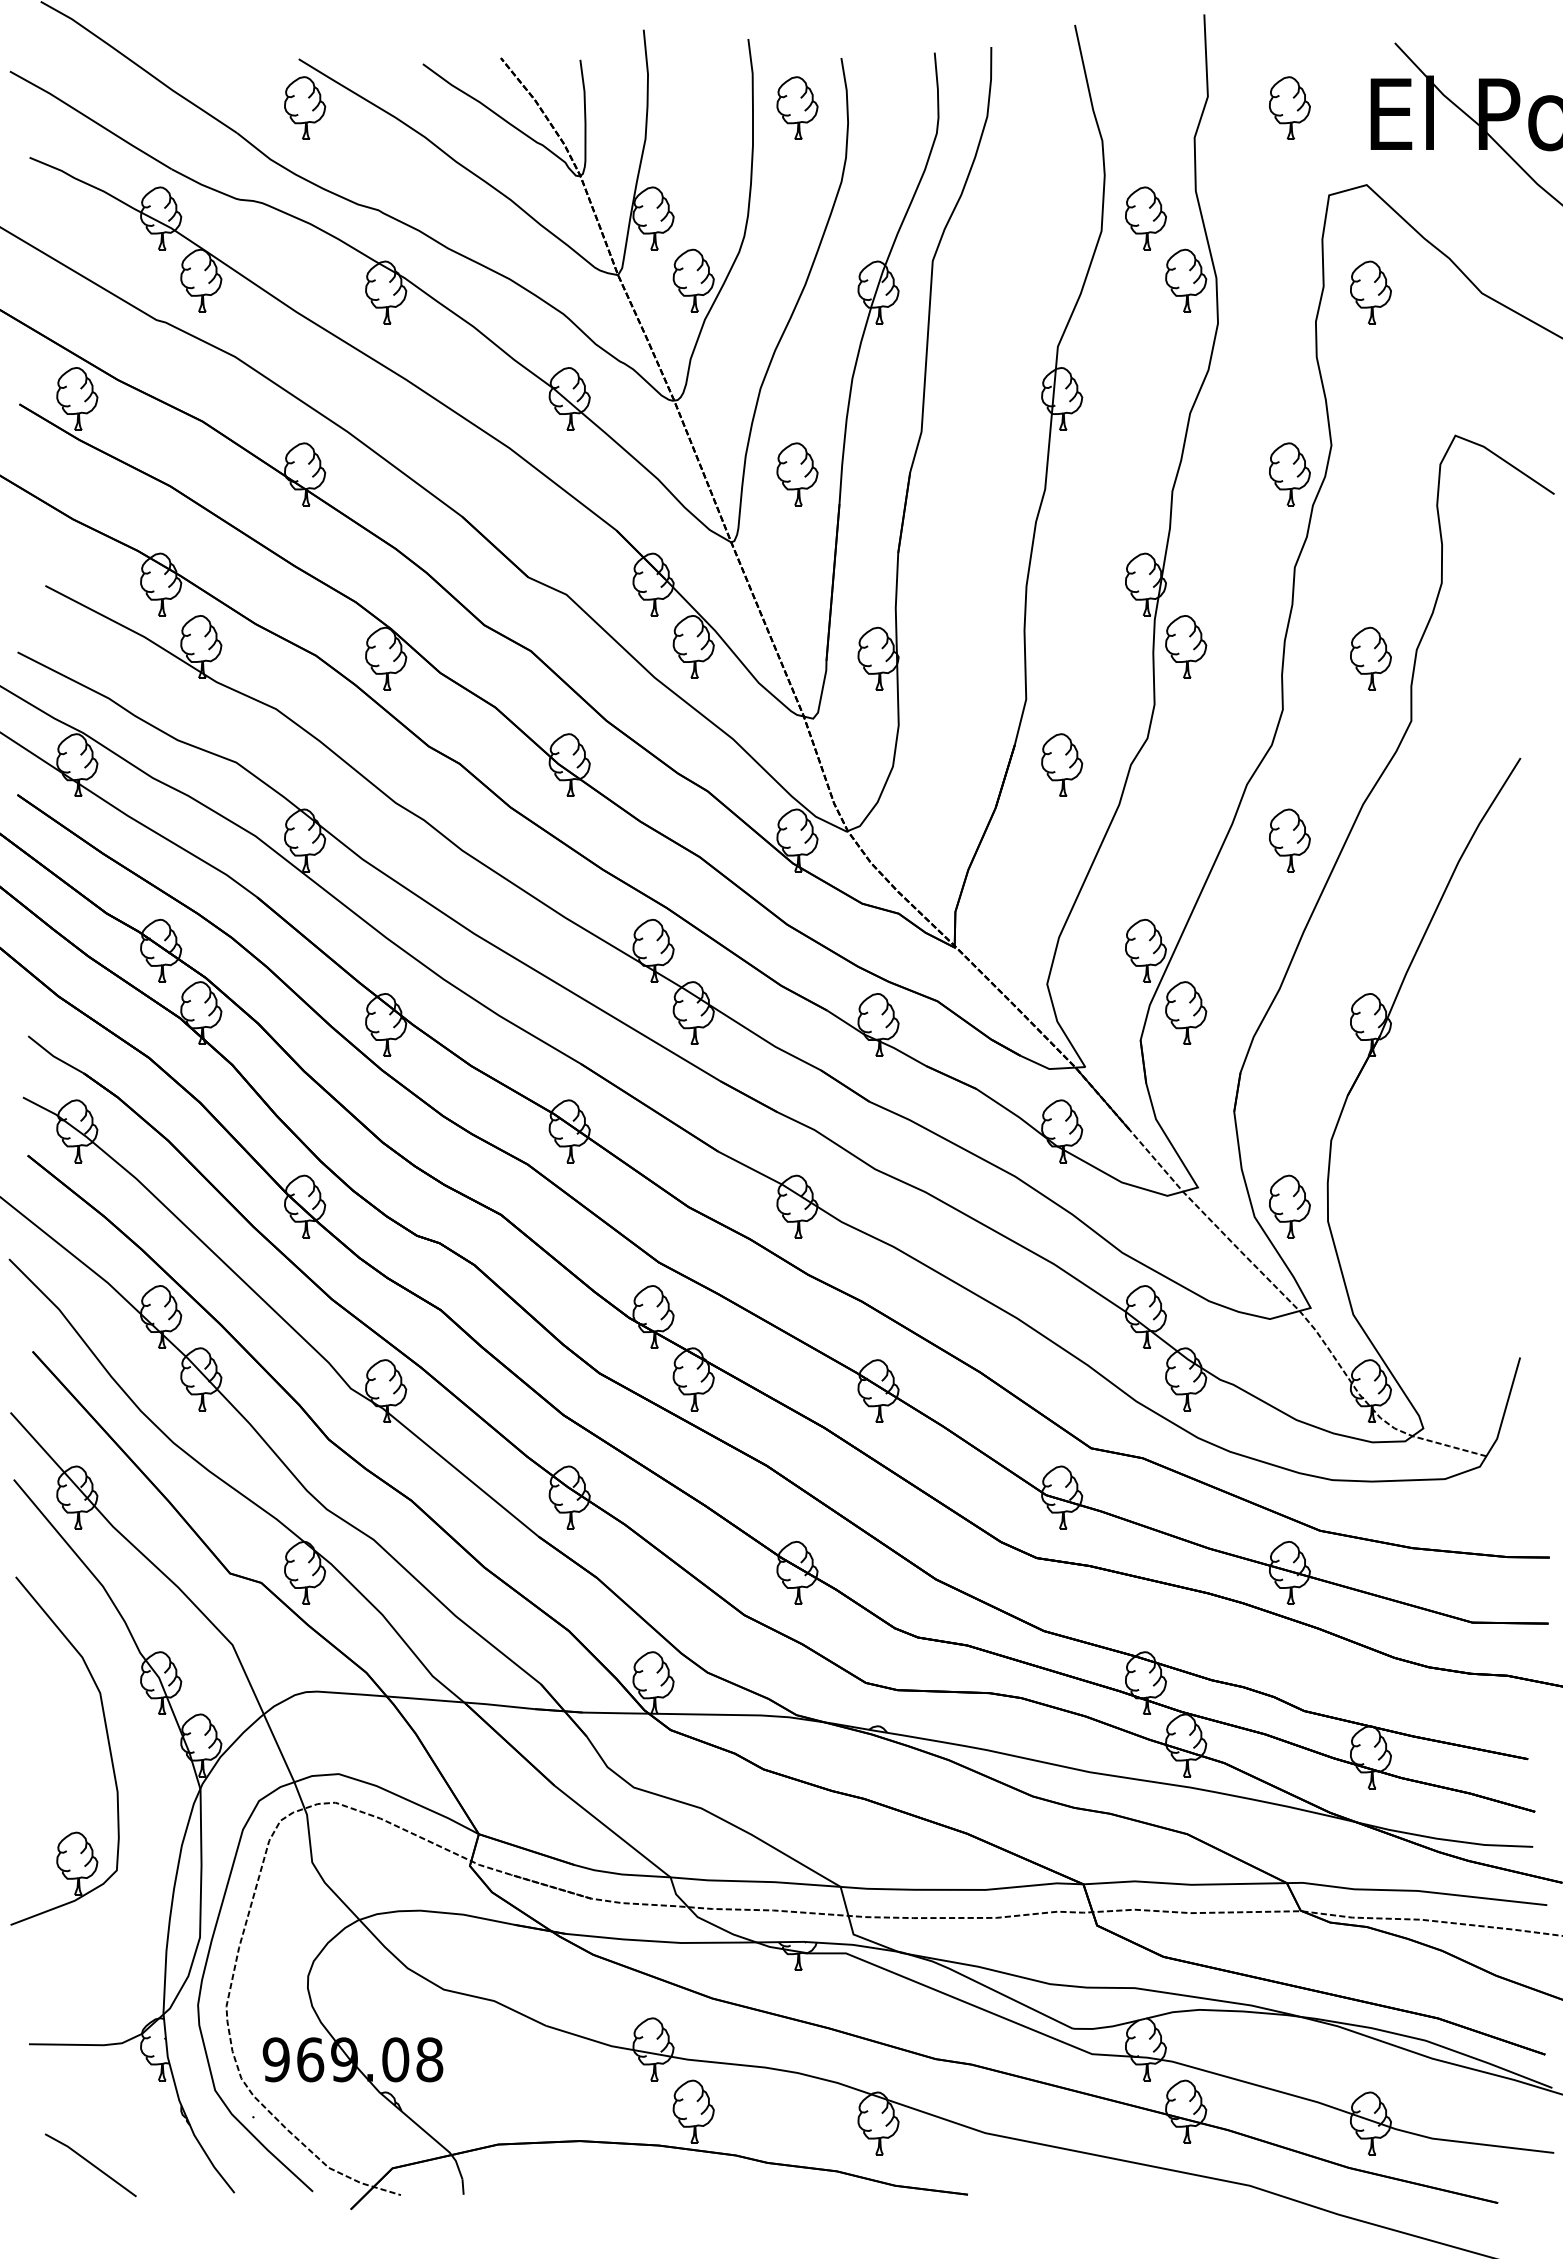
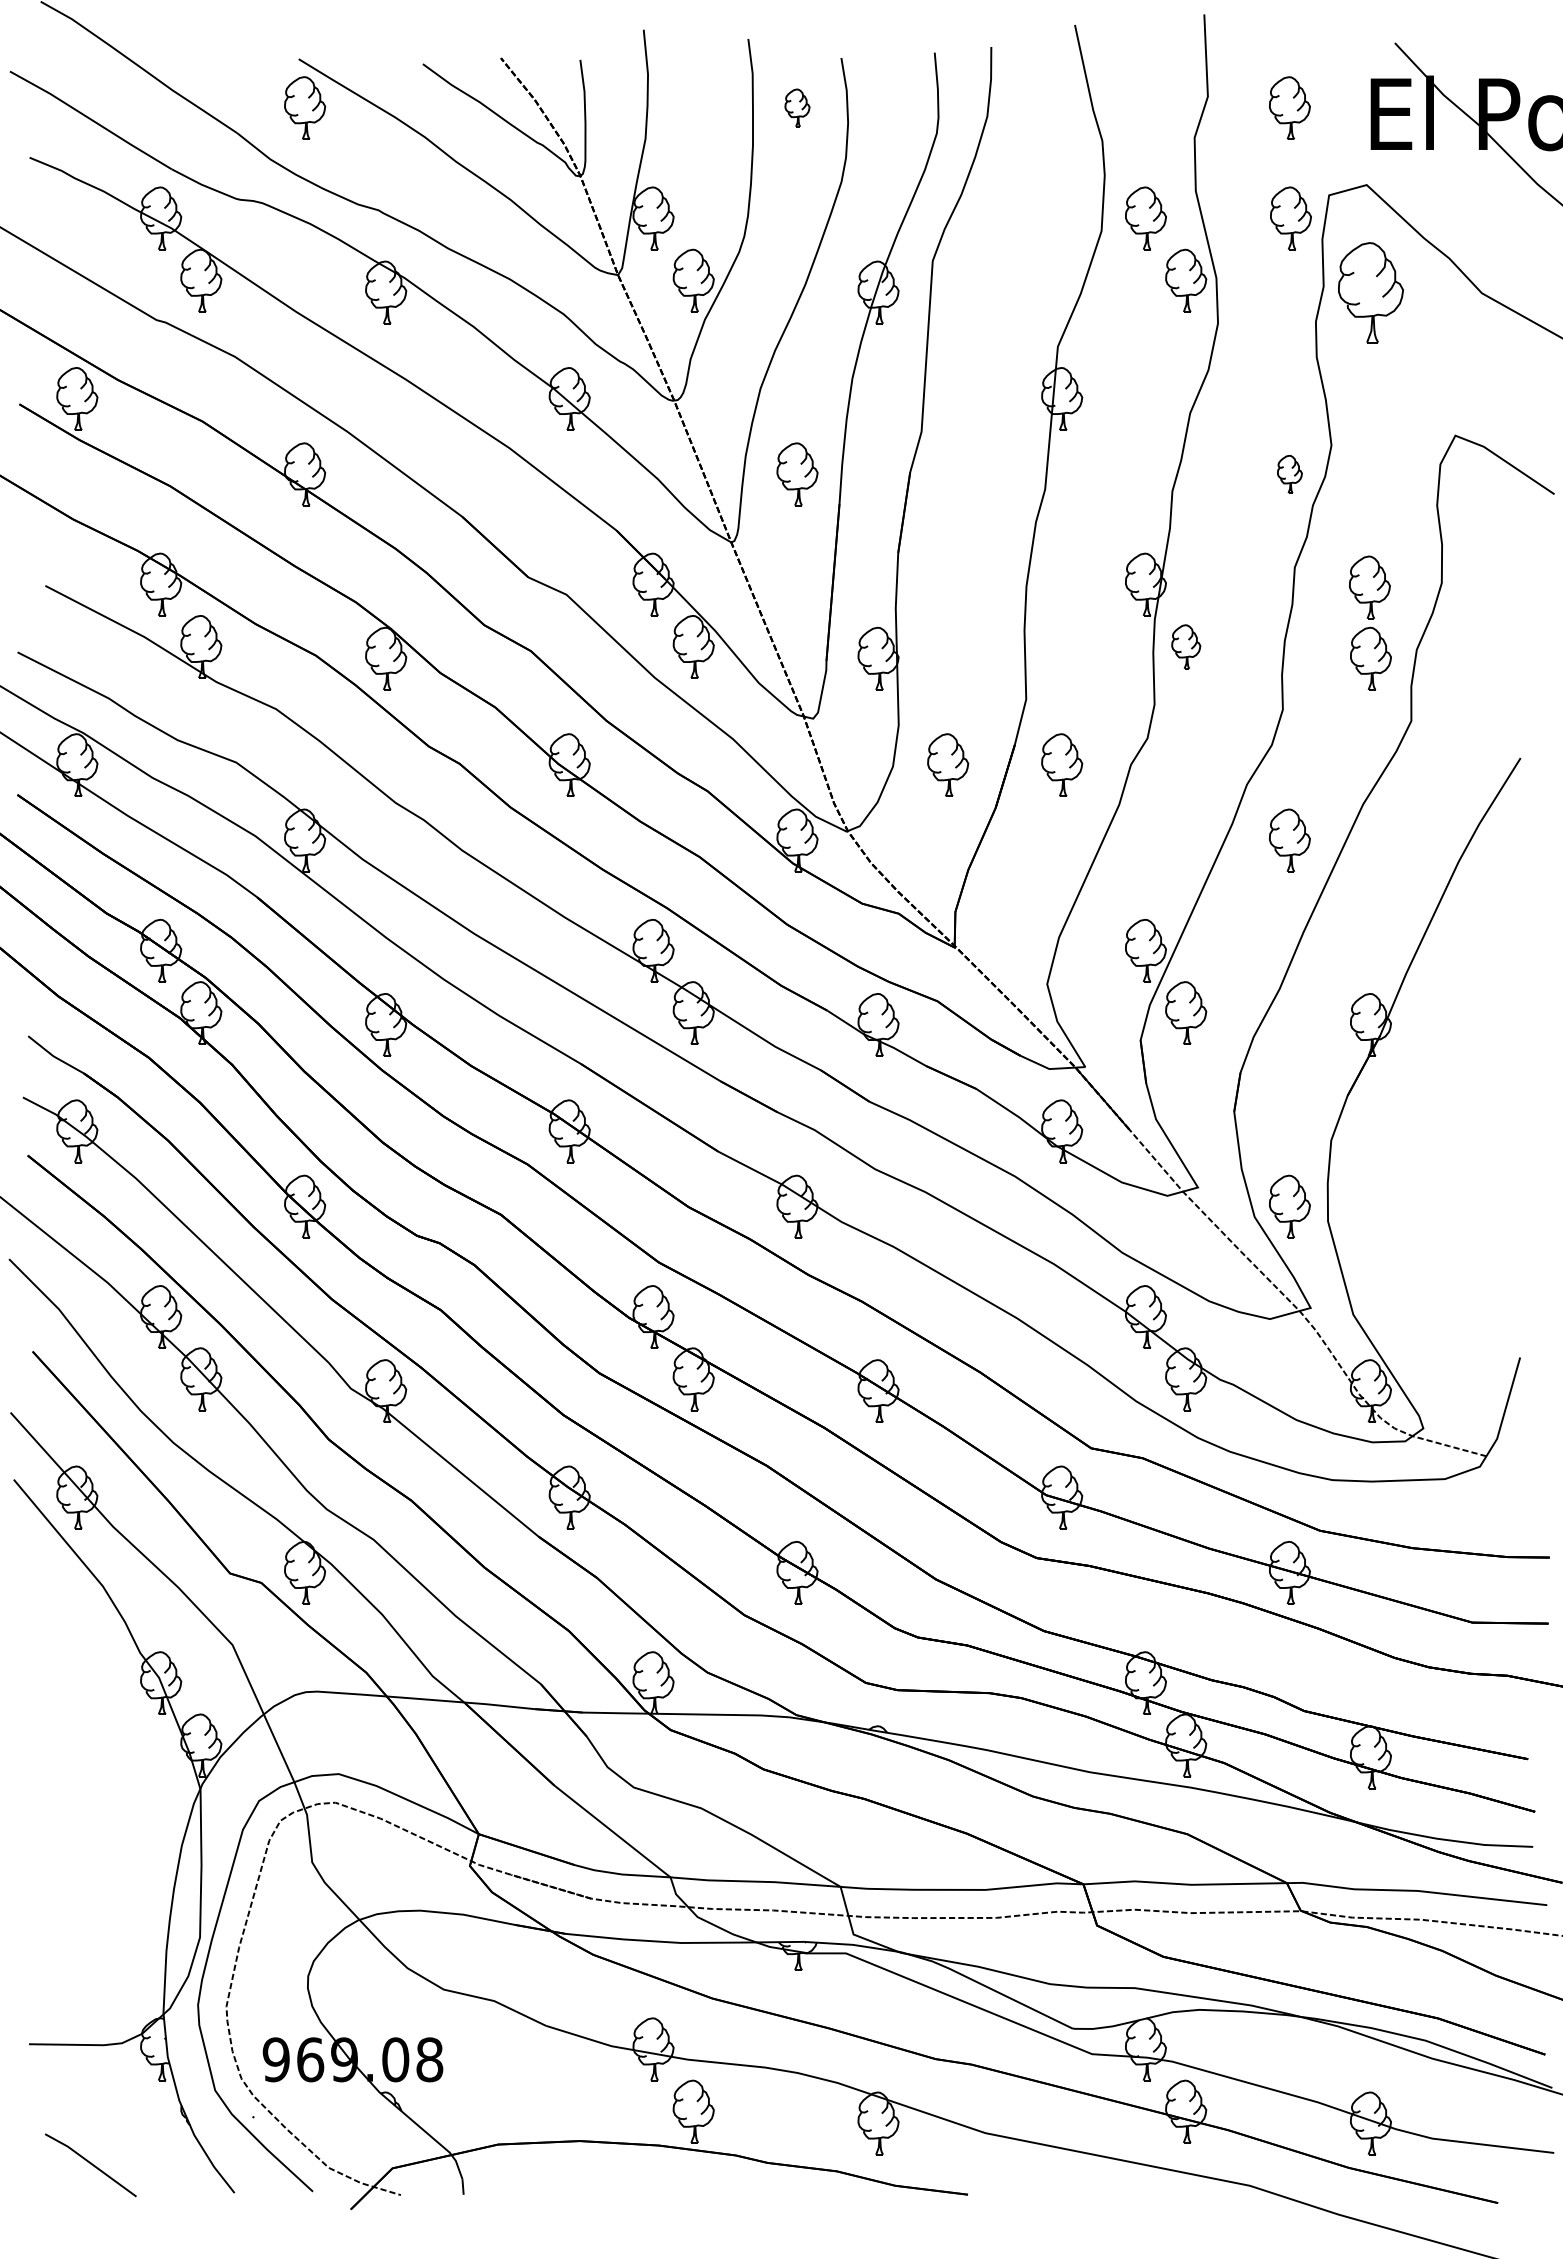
part at (797, 107) size: 43x64 px -> 27x40 px
part at (1290, 218): none -> present
part at (1370, 292) size: 42x65 px -> 66x102 px
part at (1289, 474) size: 42x65 px -> 26x40 px
part at (1369, 587): none -> present
part at (1186, 646) size: 43x64 px -> 31x46 px
part at (948, 764): none -> present
part at (107, 1741): present -> none
